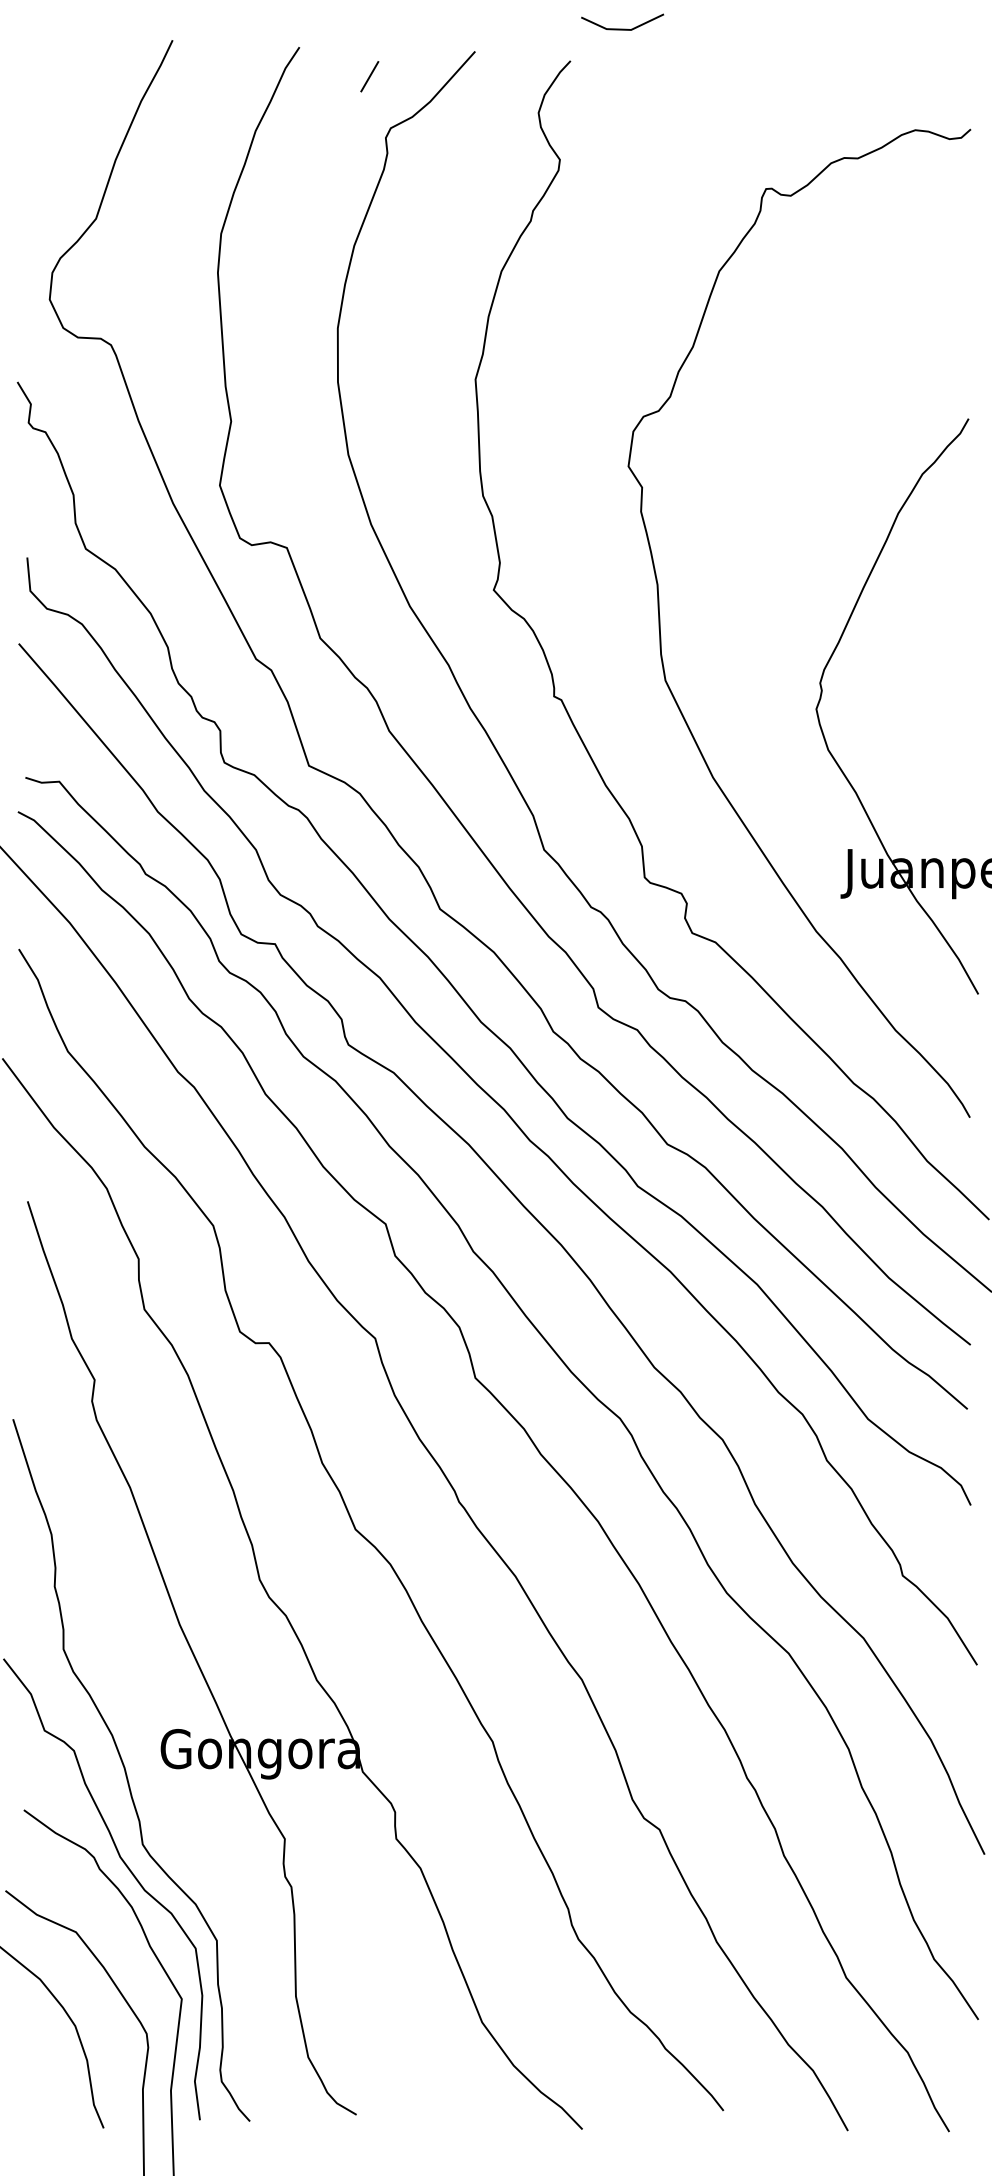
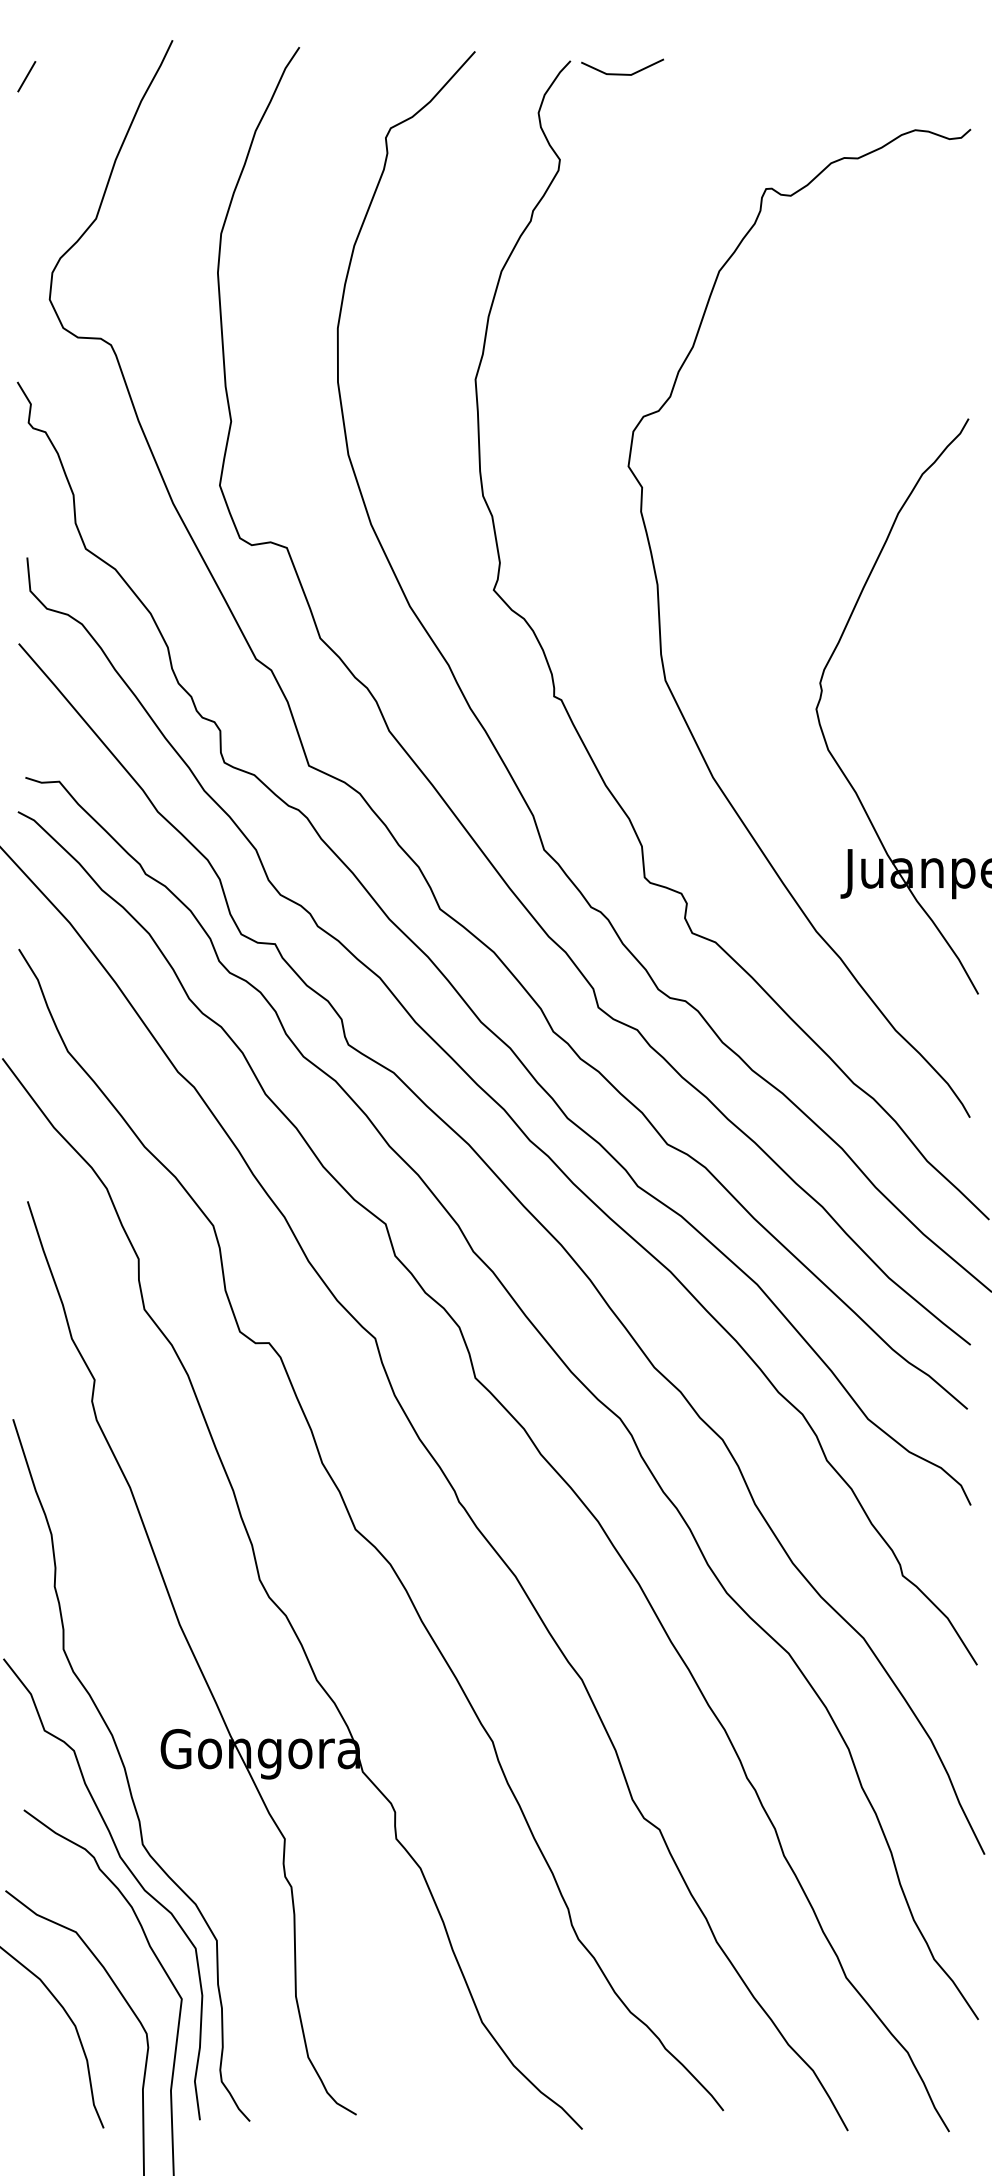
line at (622, 28) position: (622, 28) -> (622, 73)
line at (369, 76) position: (369, 76) -> (26, 76)
